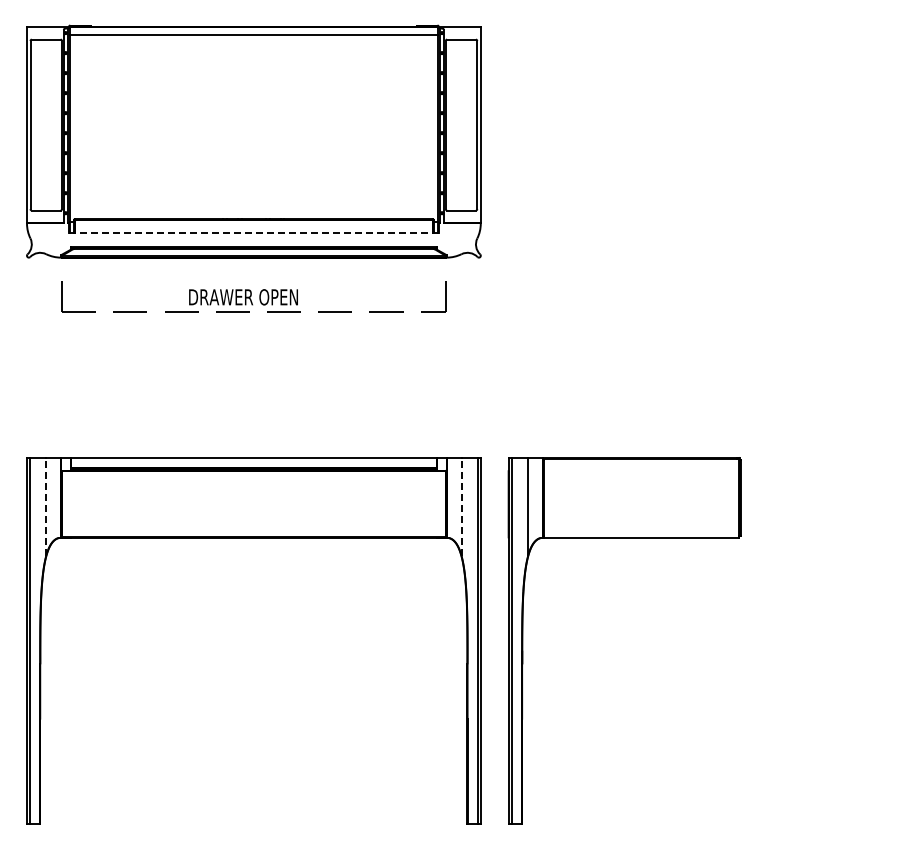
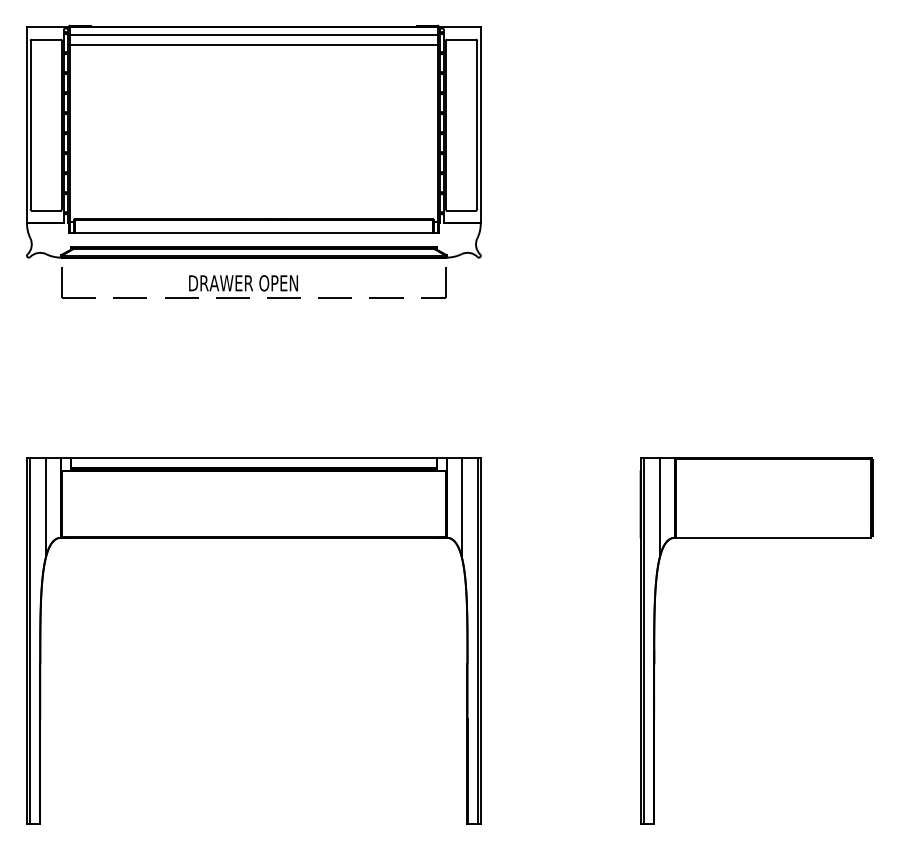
line at (253, 44): none -> present
line at (253, 232): dashed -> solid
part at (253, 296) position: (253, 296) -> (253, 282)
line at (46, 506): dashed -> solid
line at (461, 506): dashed -> solid
part at (523, 640) position: (523, 640) -> (655, 640)
